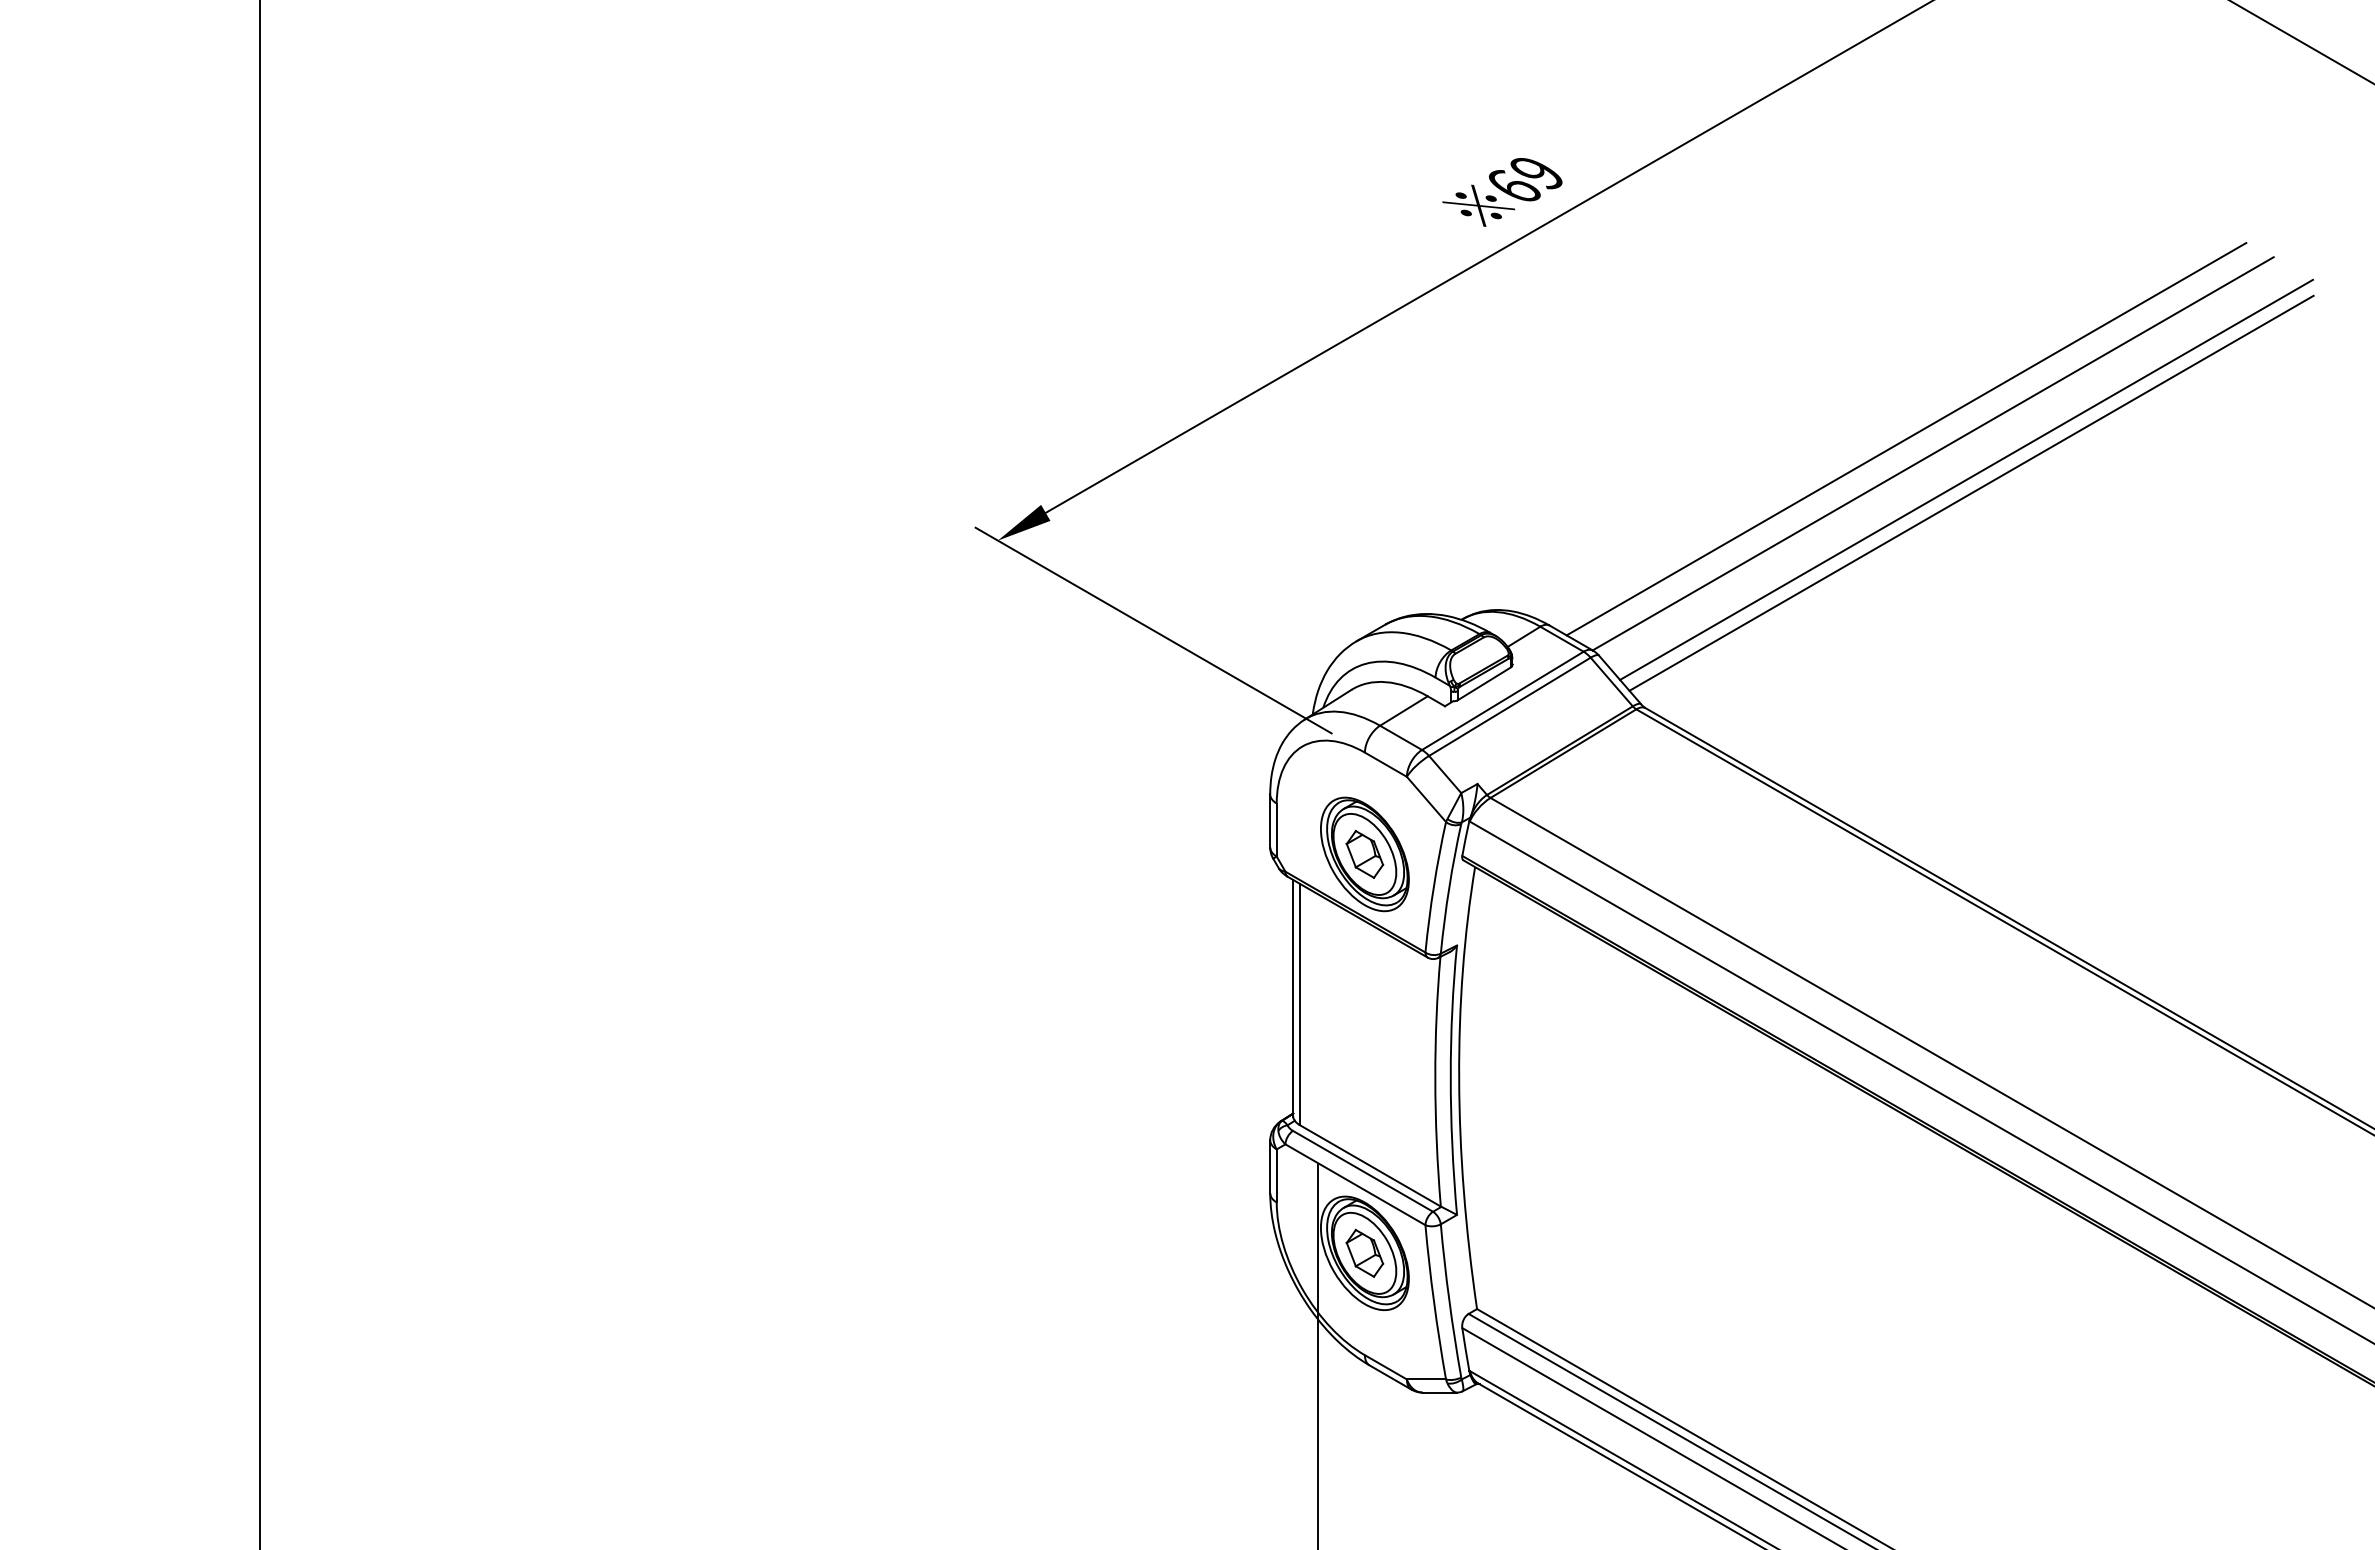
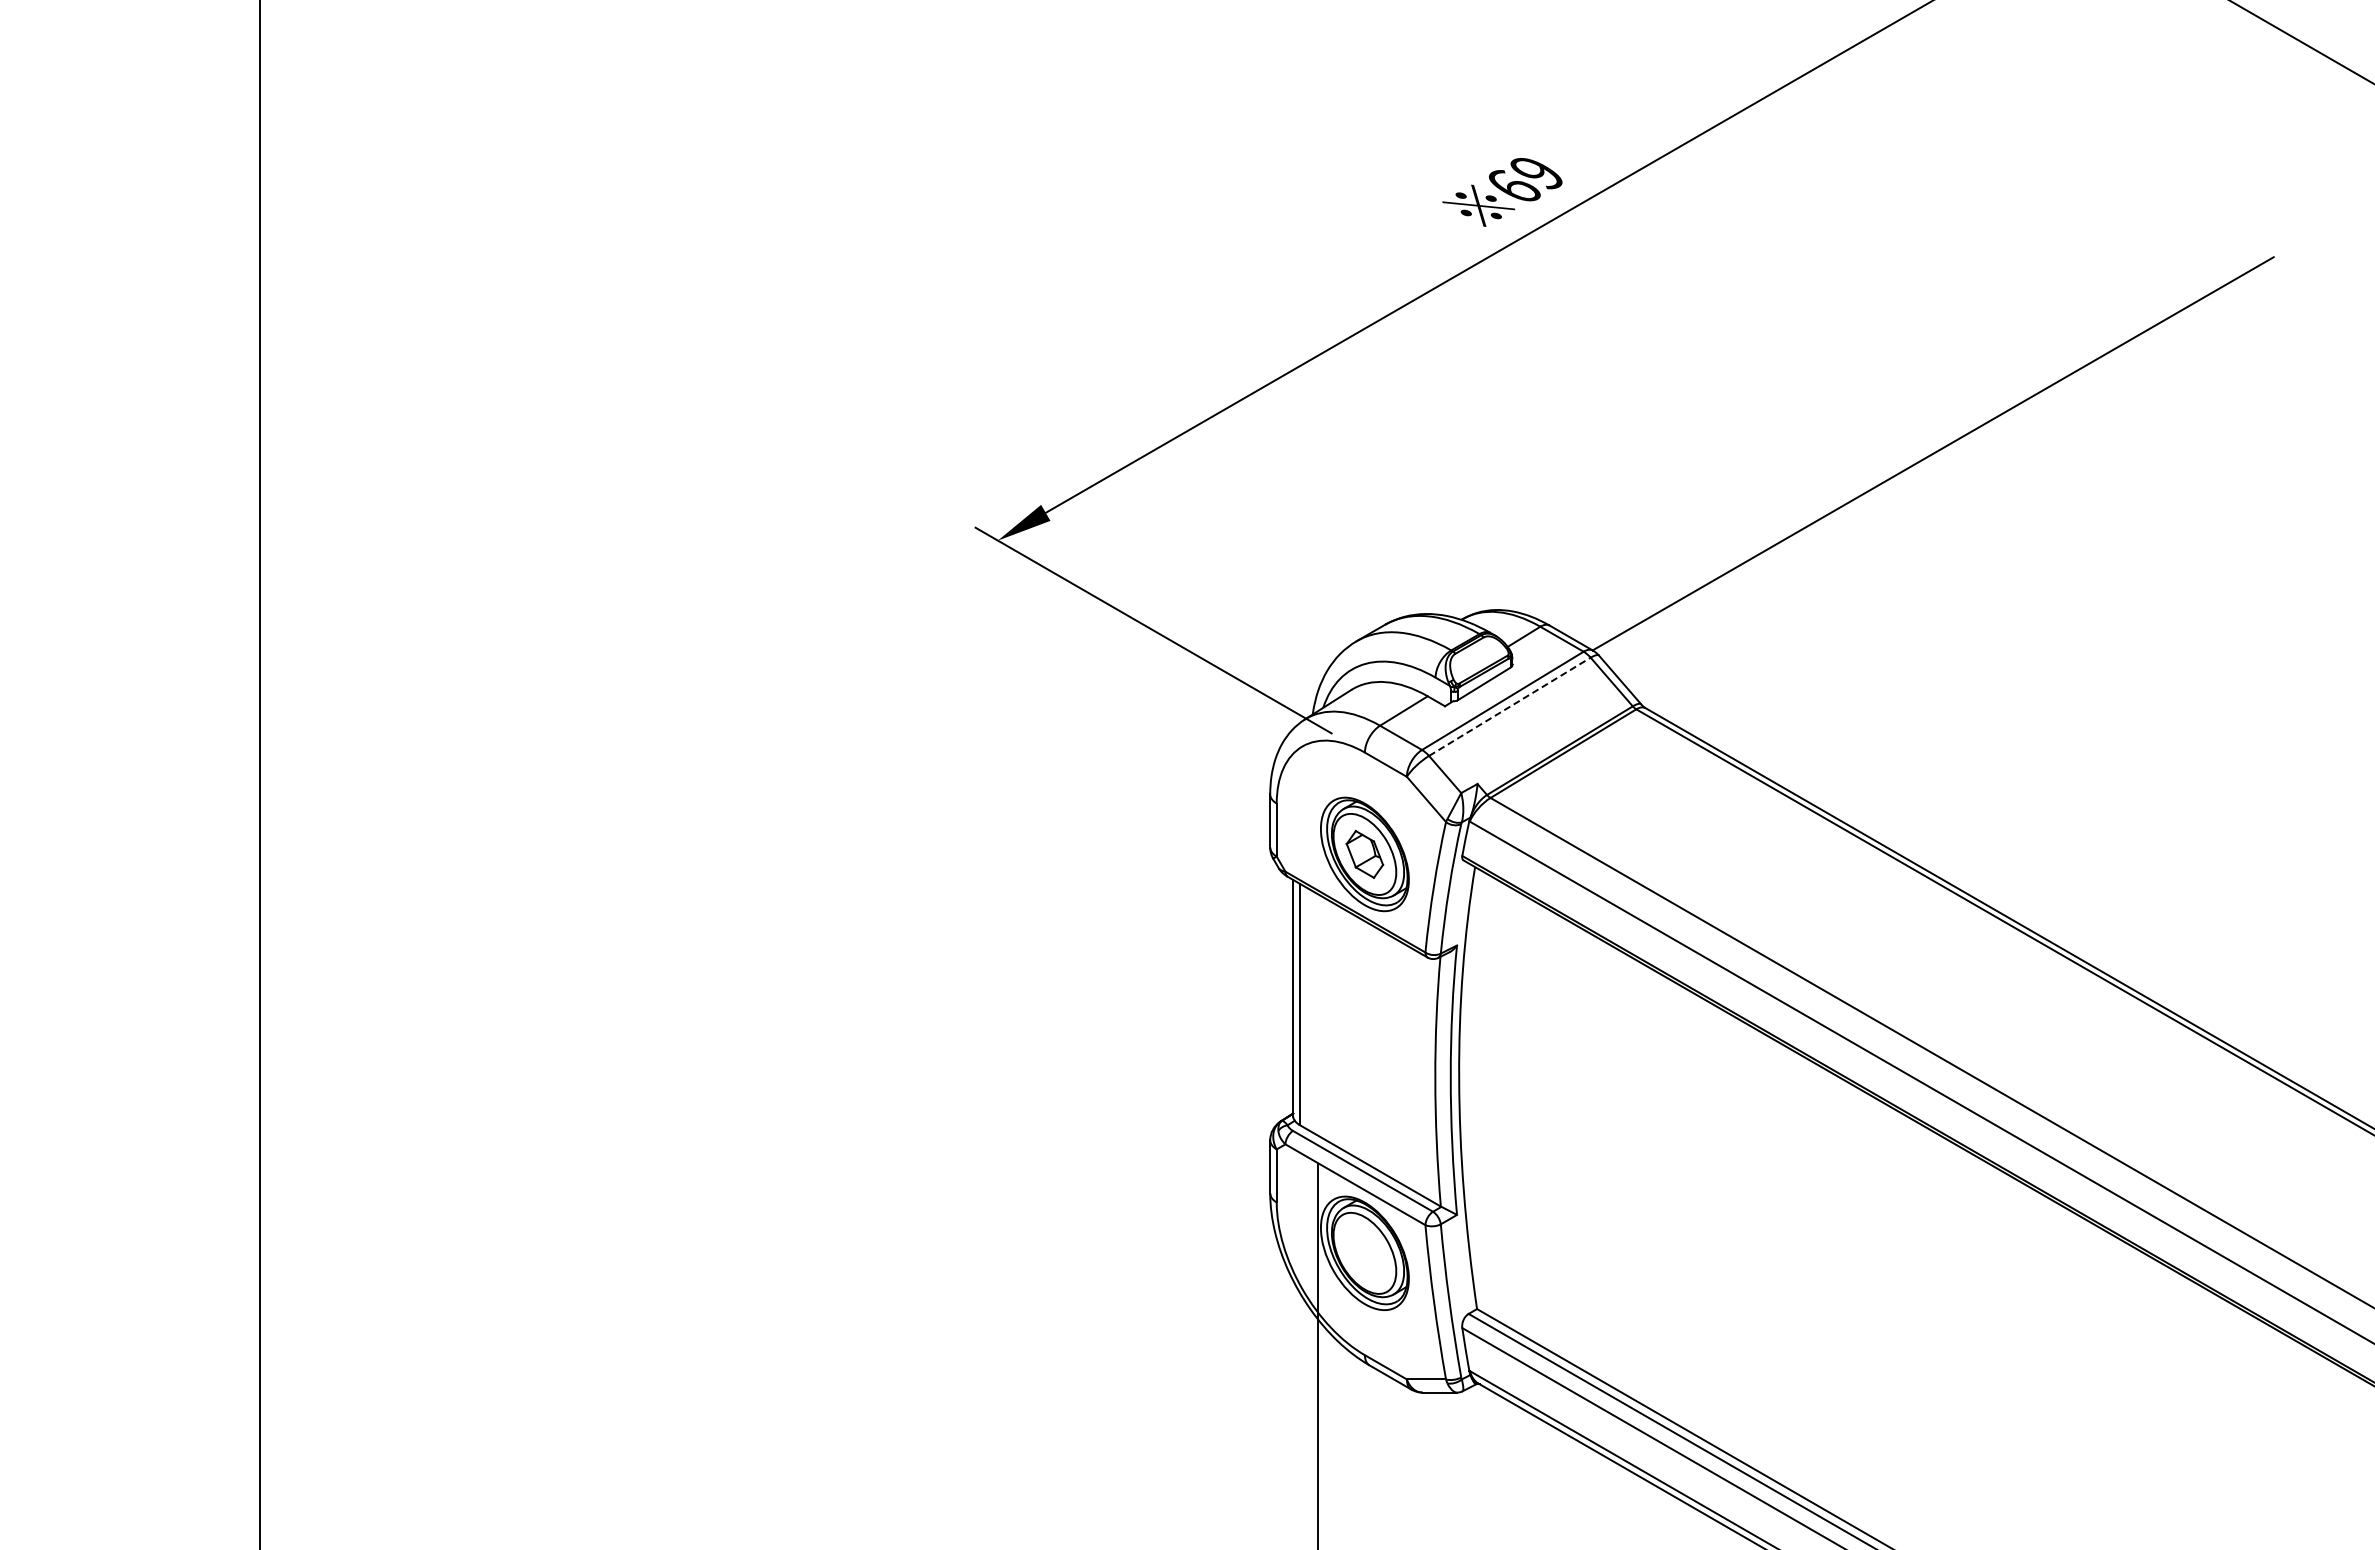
line at (1906, 439): present -> none
line at (1966, 479): present -> none
line at (1971, 492): present -> none
line at (1509, 706): solid -> dashed
part at (1364, 1252): present -> none
